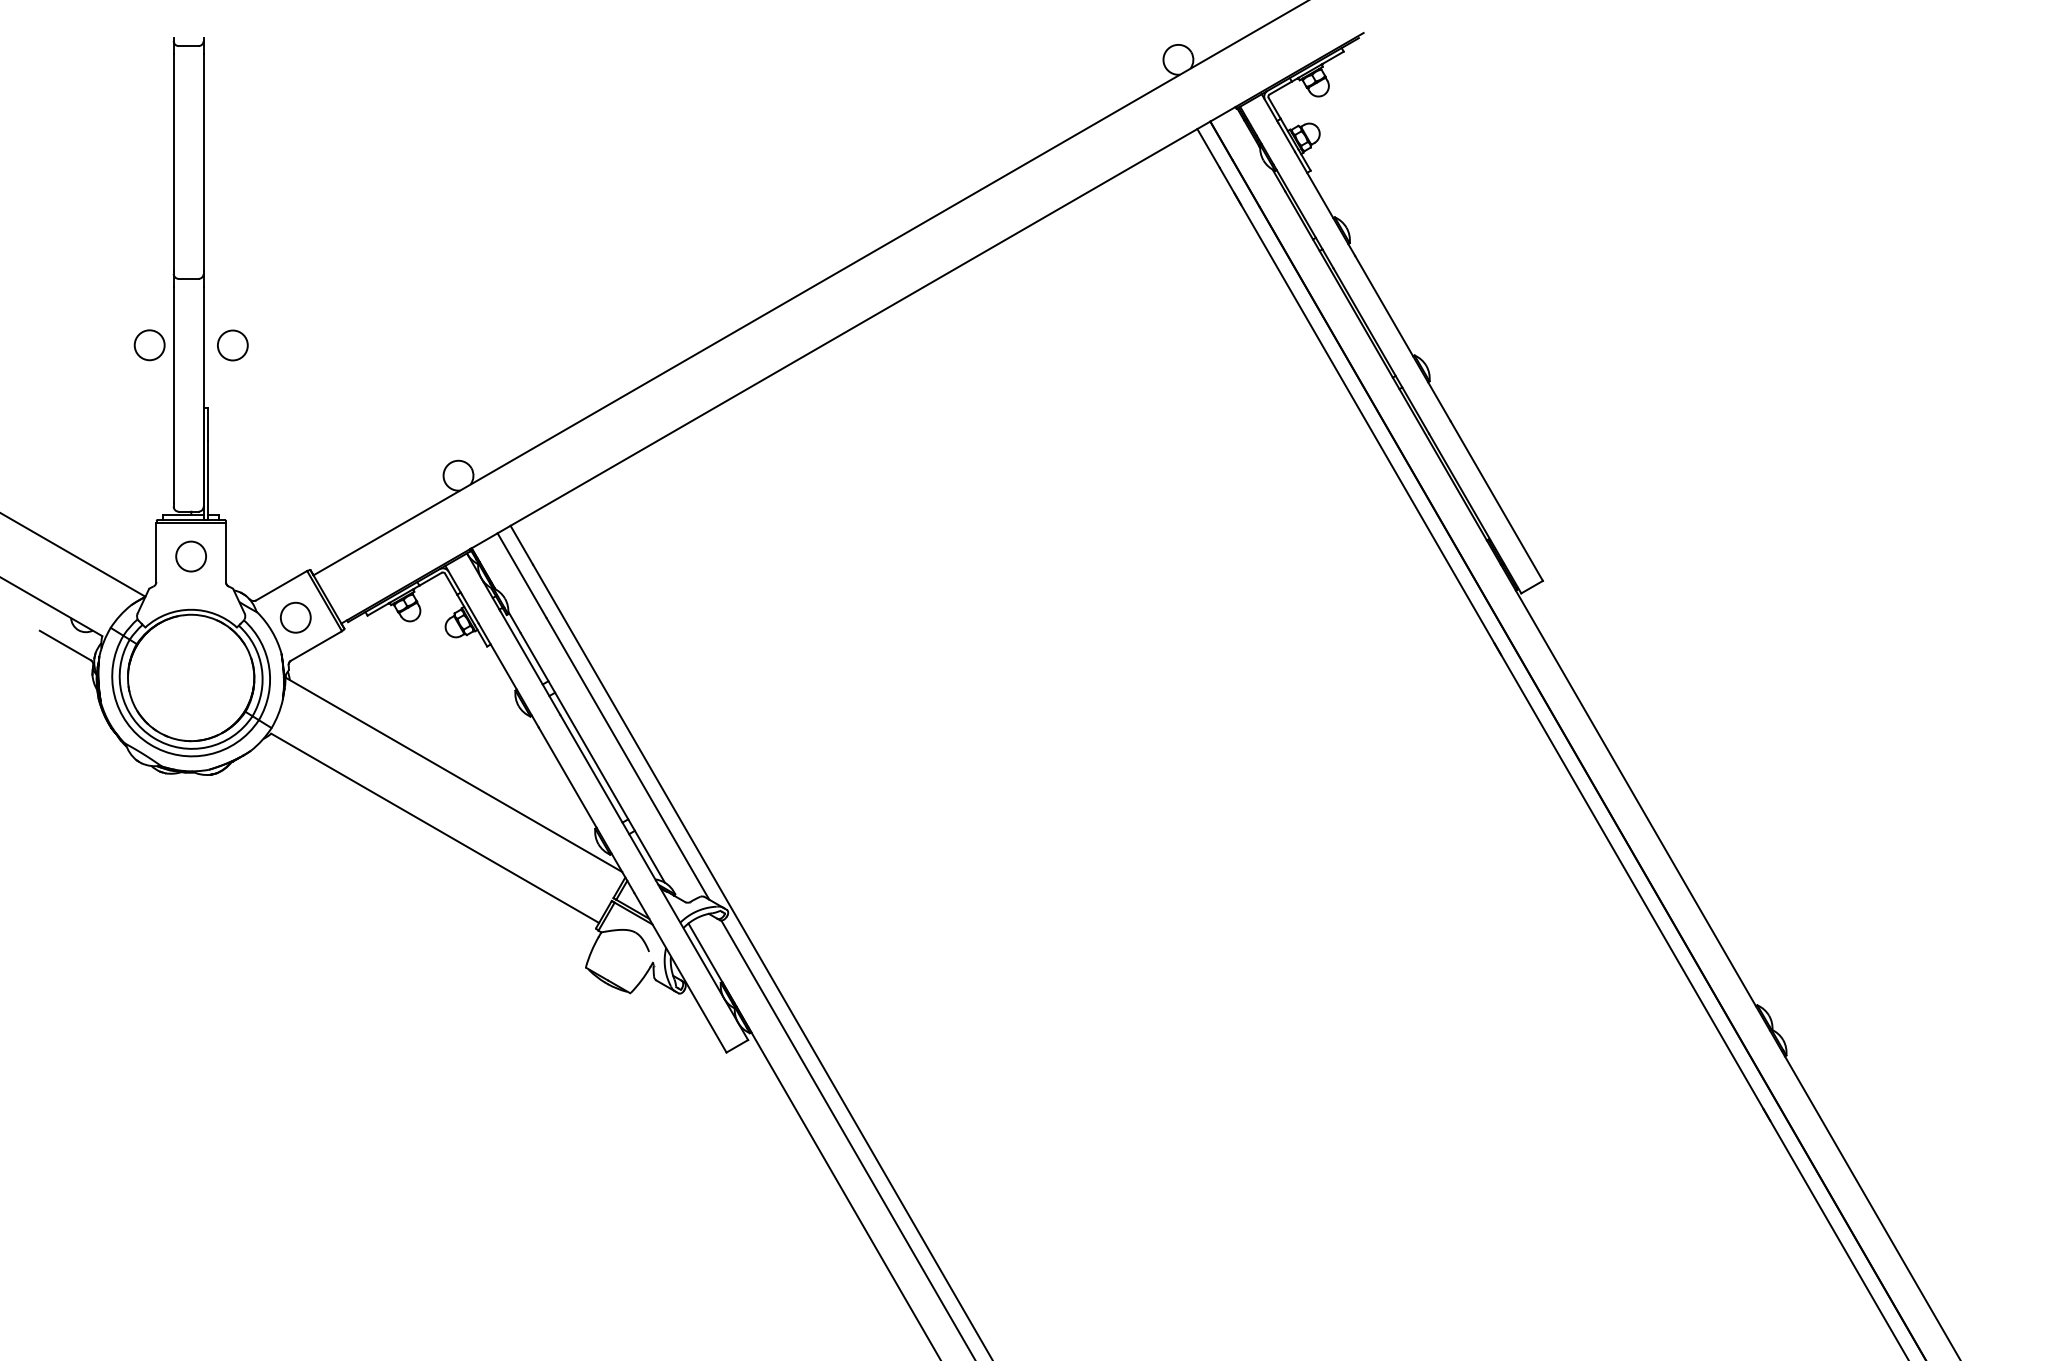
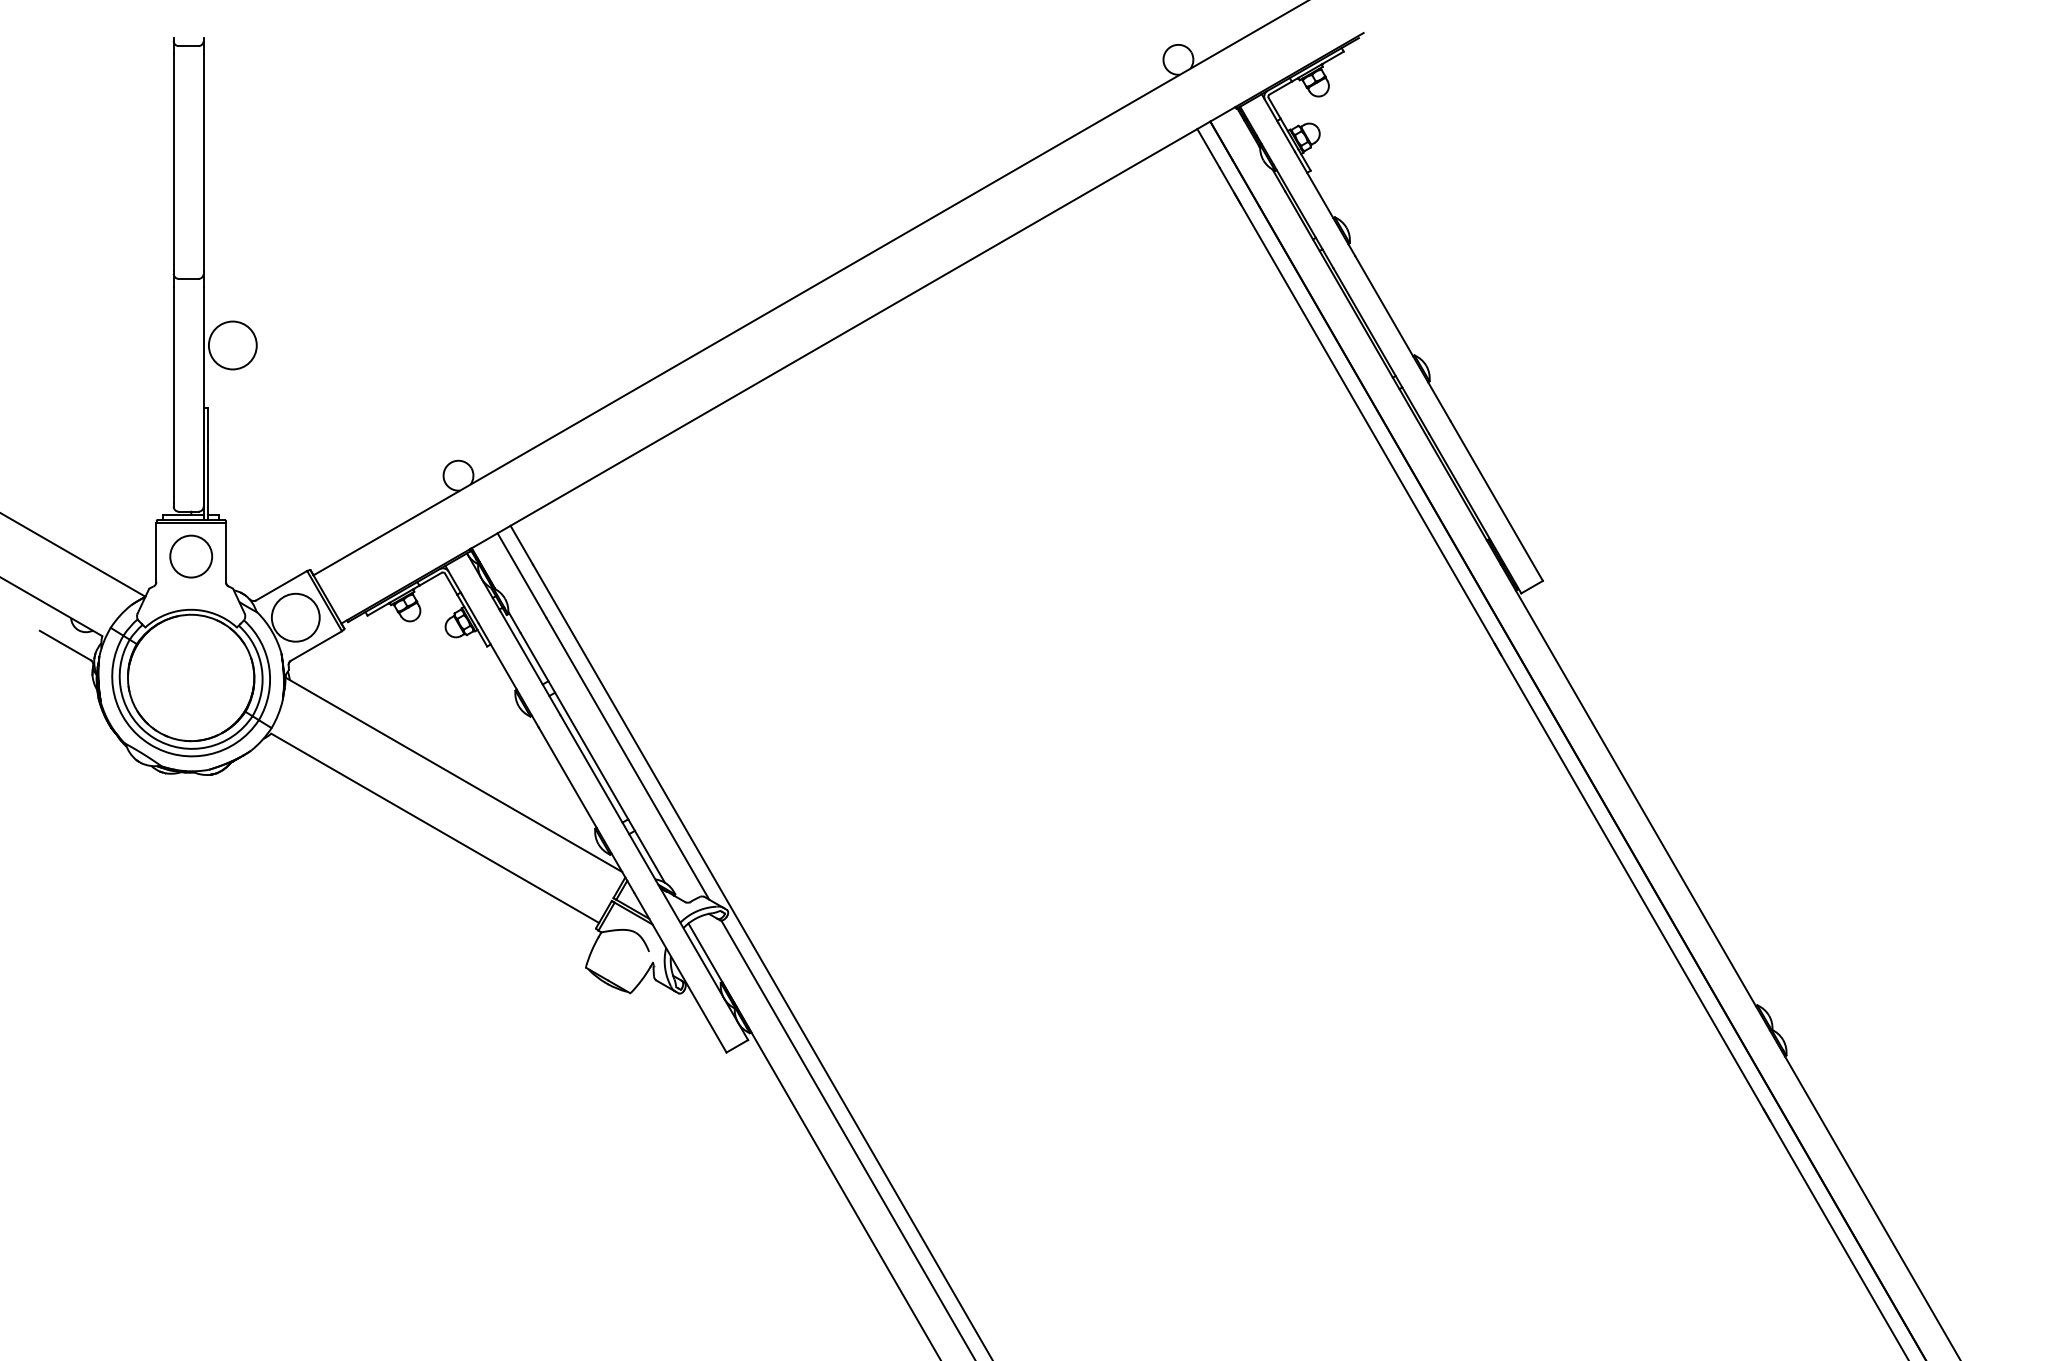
circle at (149, 345): present -> none
circle at (232, 345) diameter: 30 px -> 48 px
circle at (190, 556) size: 32x33 px -> 45x45 px
circle at (295, 617) diameter: 30 px -> 48 px
